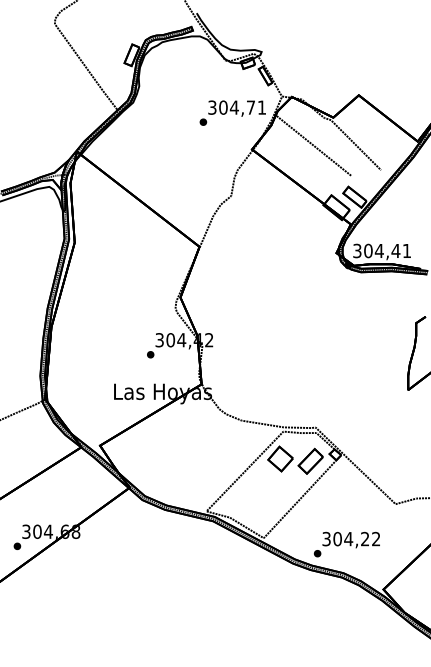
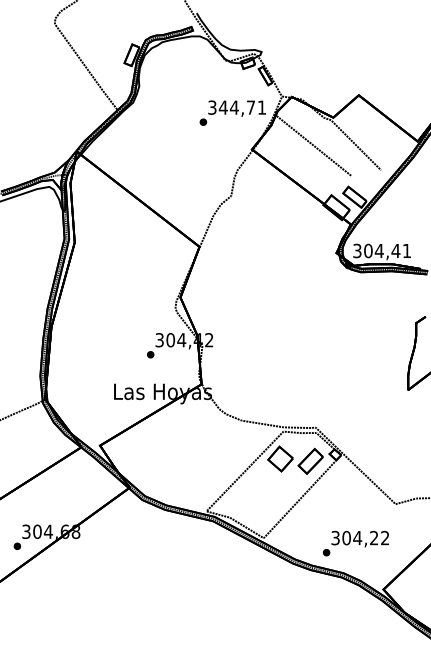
text at (222, 107): 304,71 -> 344,71
text at (346, 544) position: (346, 544) -> (355, 543)
